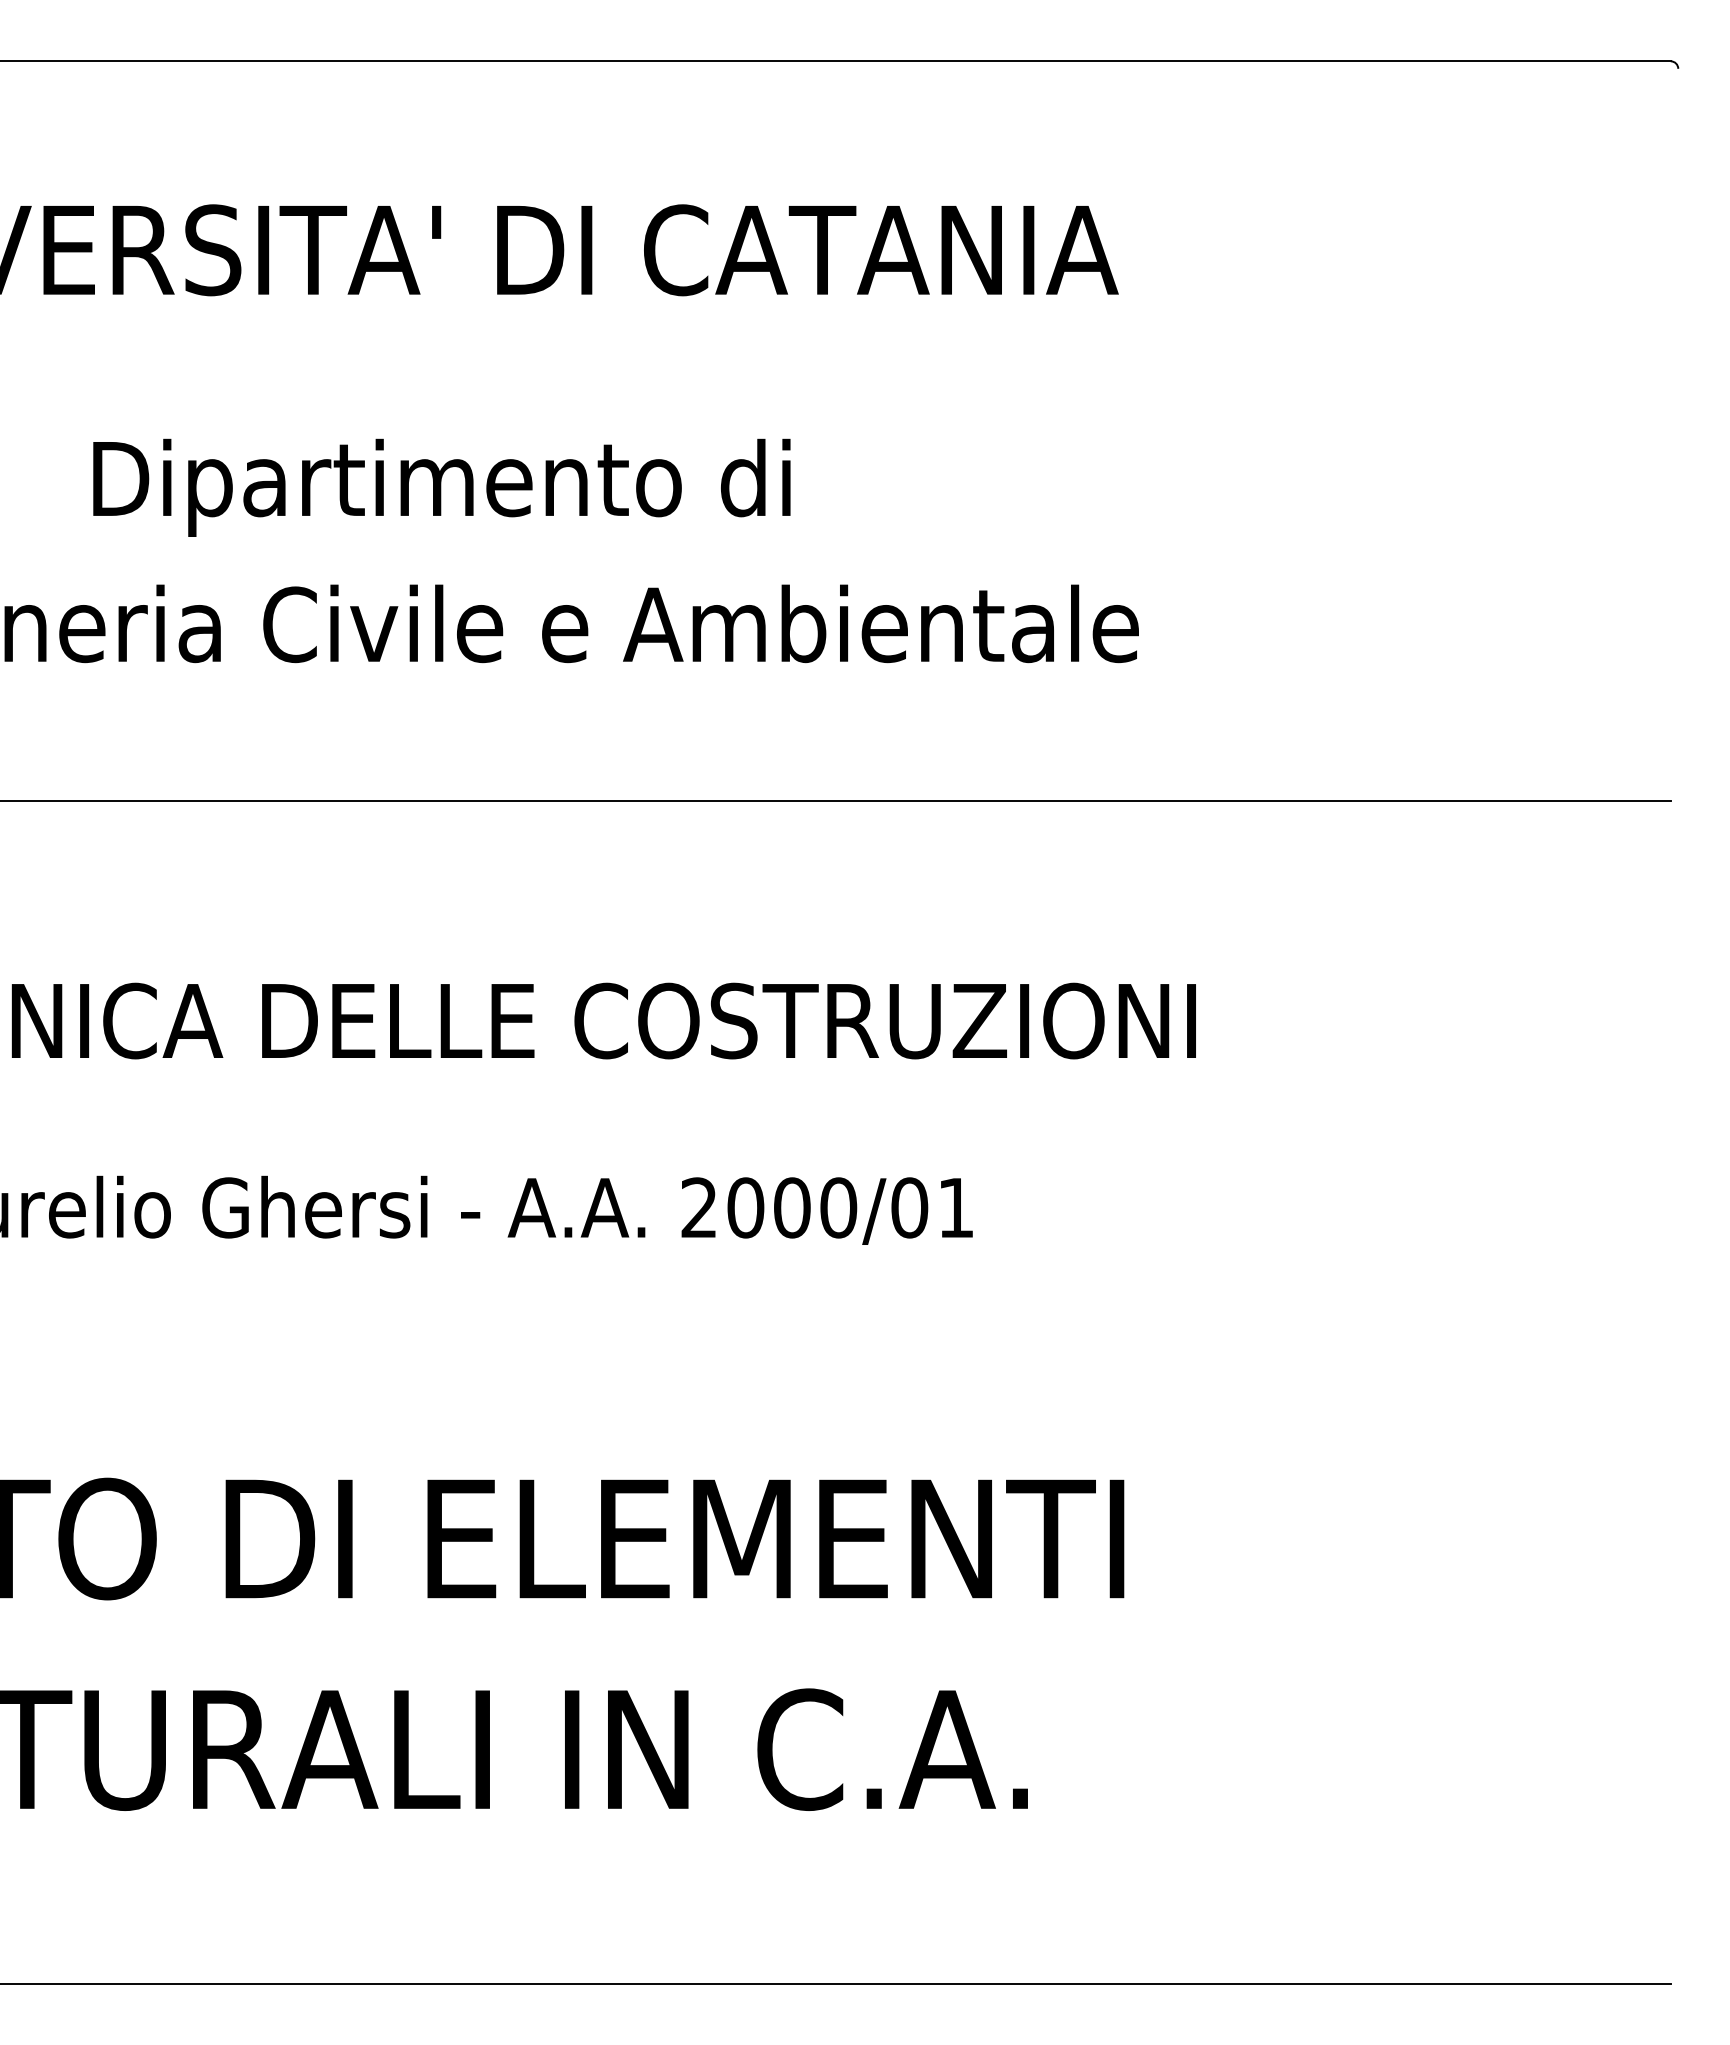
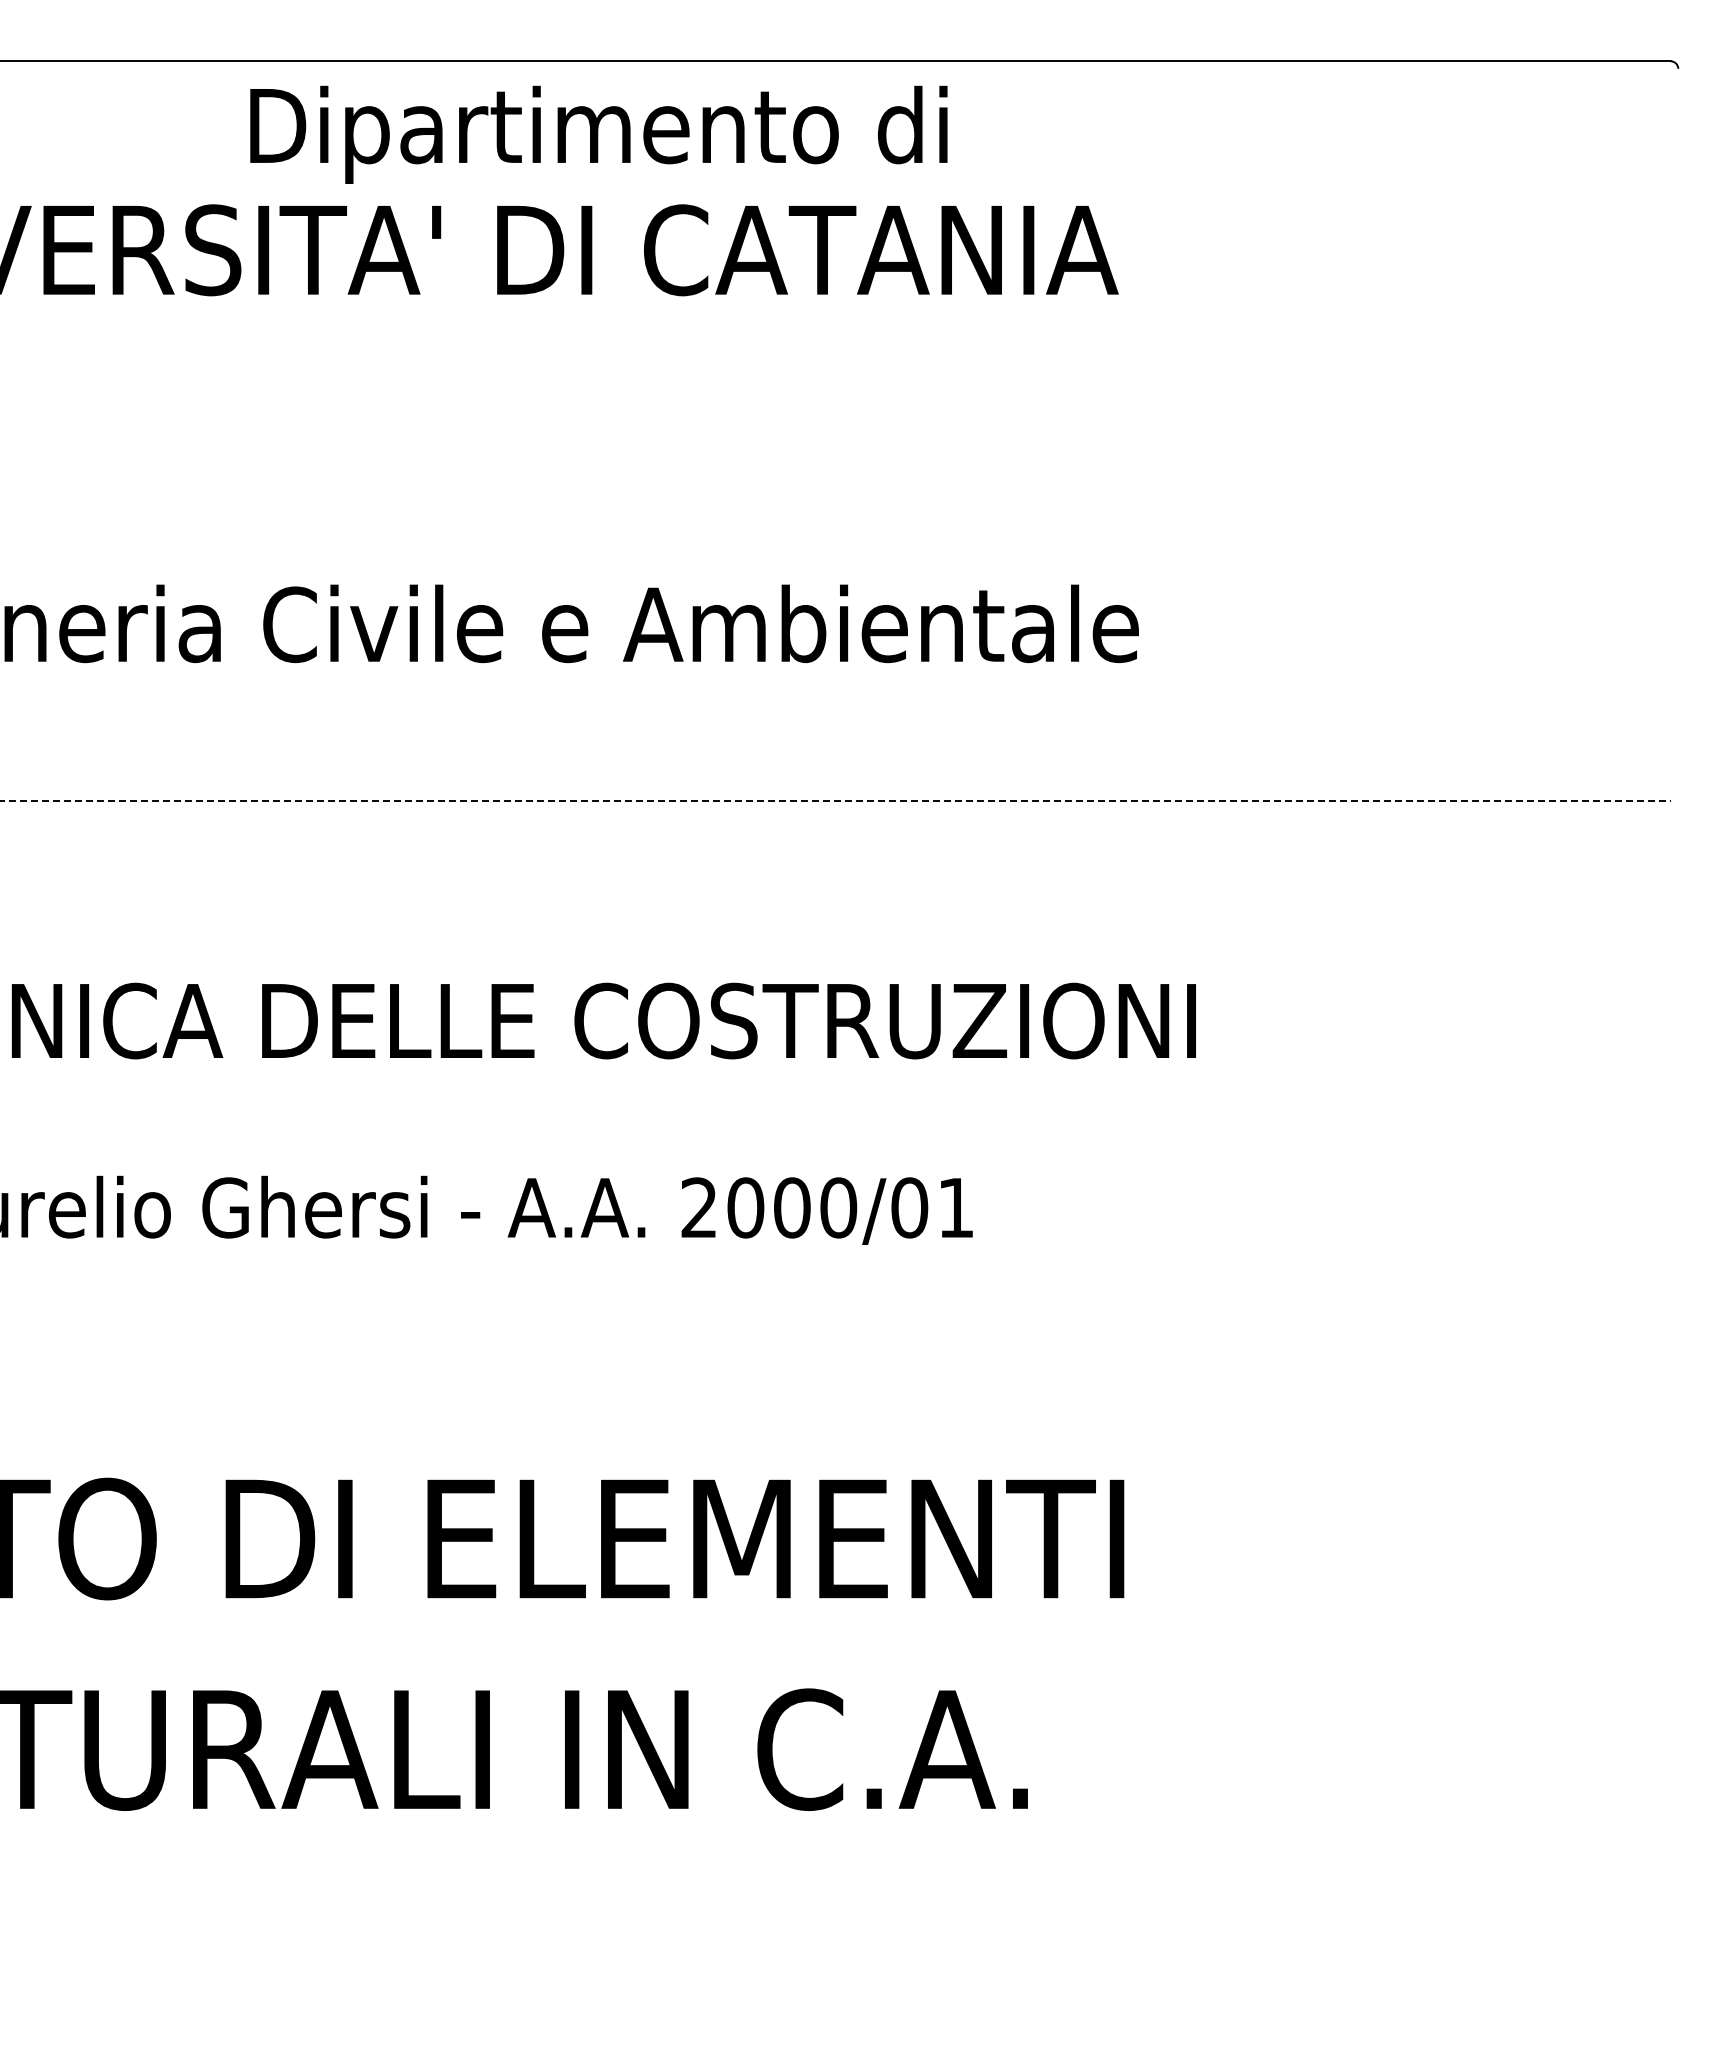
text at (441, 487) position: (441, 487) -> (598, 134)
line at (835, 800): solid -> dashed
line at (836, 1983): present -> none
